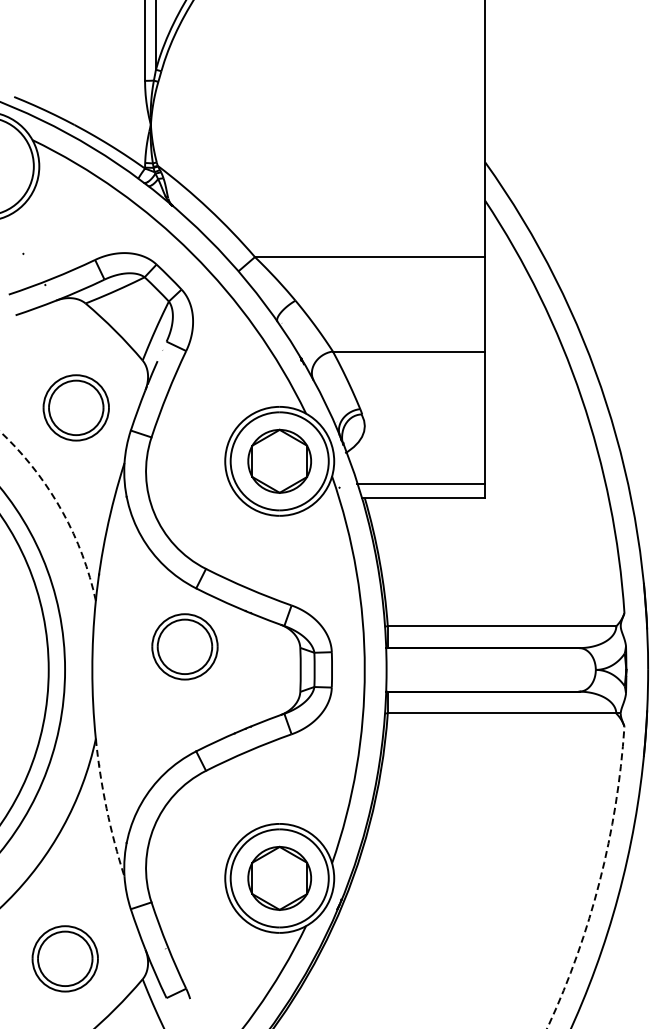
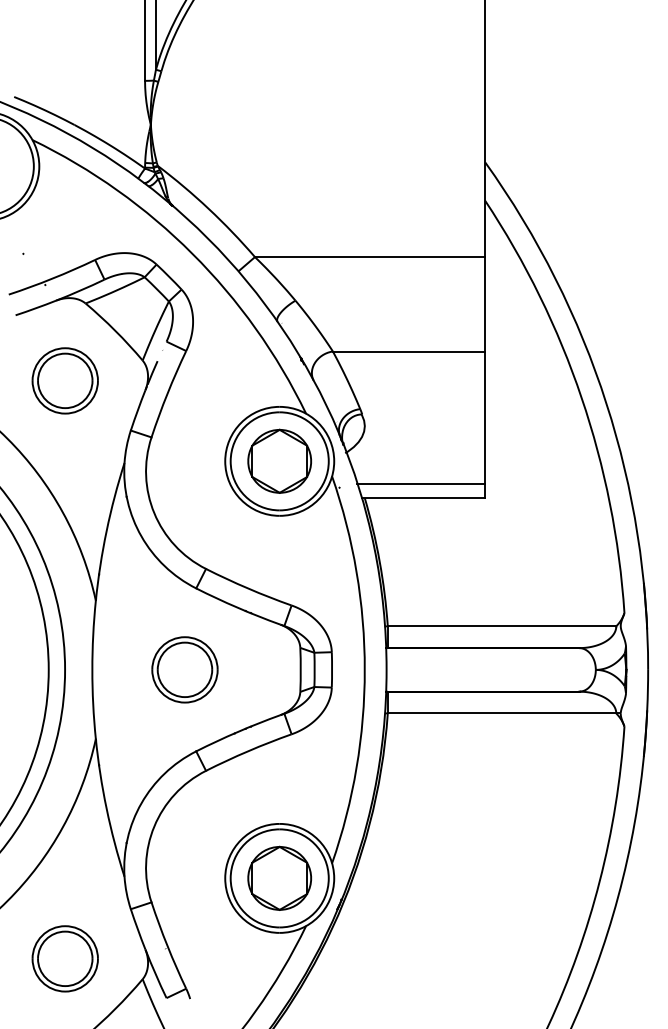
part at (75, 407) position: (75, 407) -> (64, 380)
arc at (60, 508): dashed -> solid
part at (184, 646) position: (184, 646) -> (184, 669)
arc at (106, 808): dashed -> solid
arc at (599, 882): dashed -> solid
